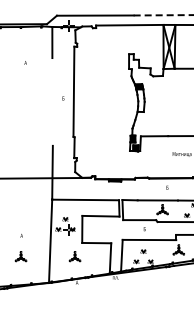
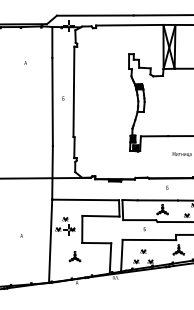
line at (163, 15): dashed -> solid
line at (52, 101): none -> present
part at (20, 256): present -> none
